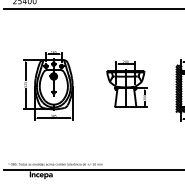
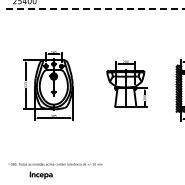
line at (93, 9): solid -> dashed
line at (92, 169): present -> none
